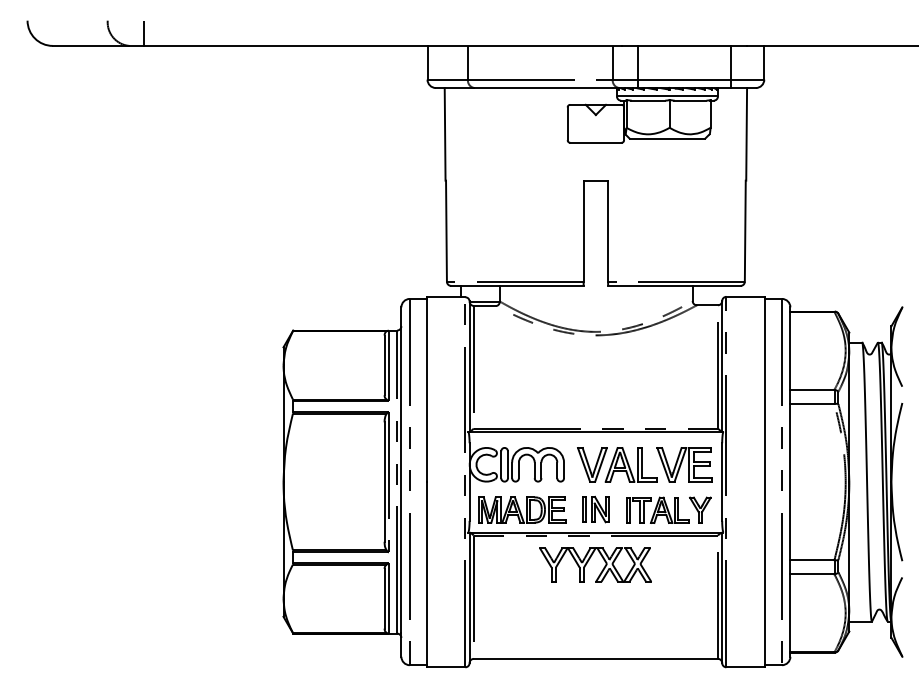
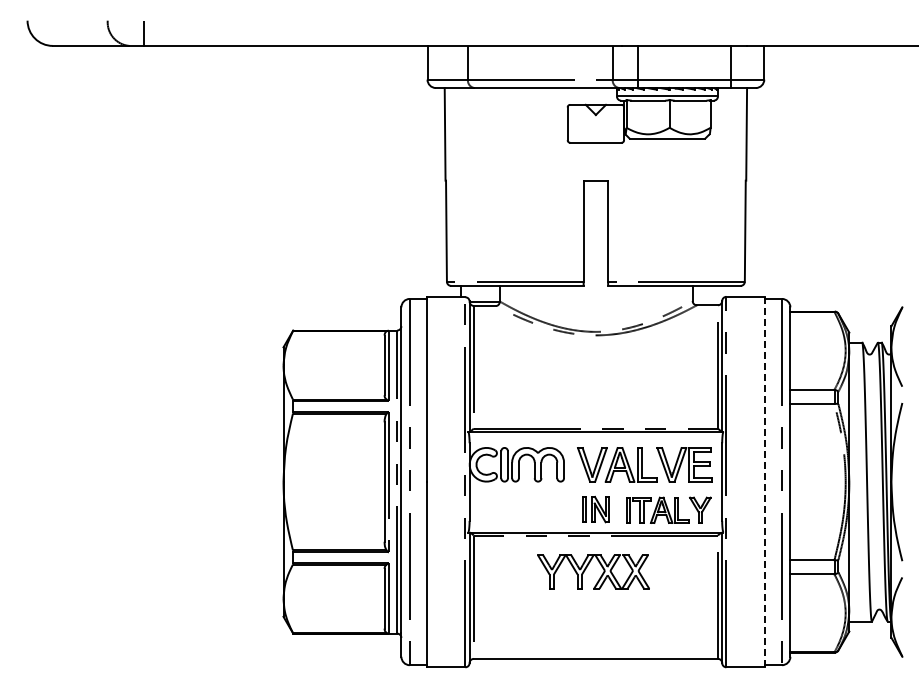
line at (765, 482): solid -> dashed
part at (522, 509): present -> none
part at (589, 560) position: (589, 560) -> (587, 567)
